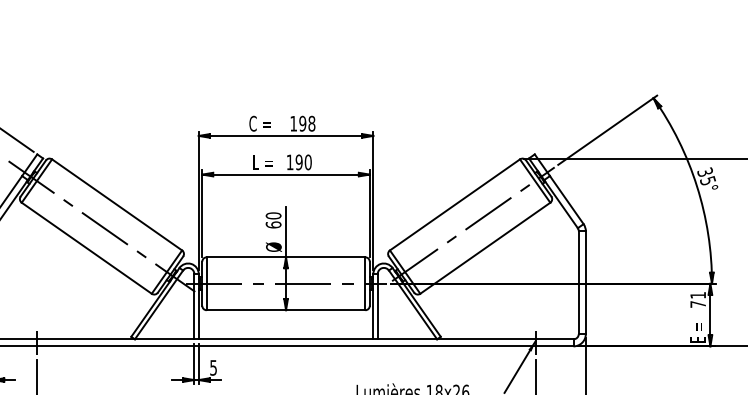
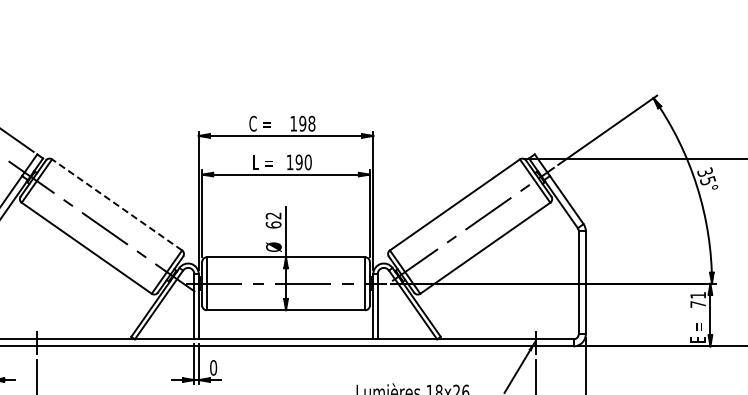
line at (116, 204): solid -> dashed
text at (273, 215): 60 -> 62
text at (213, 367): 5 -> 0
